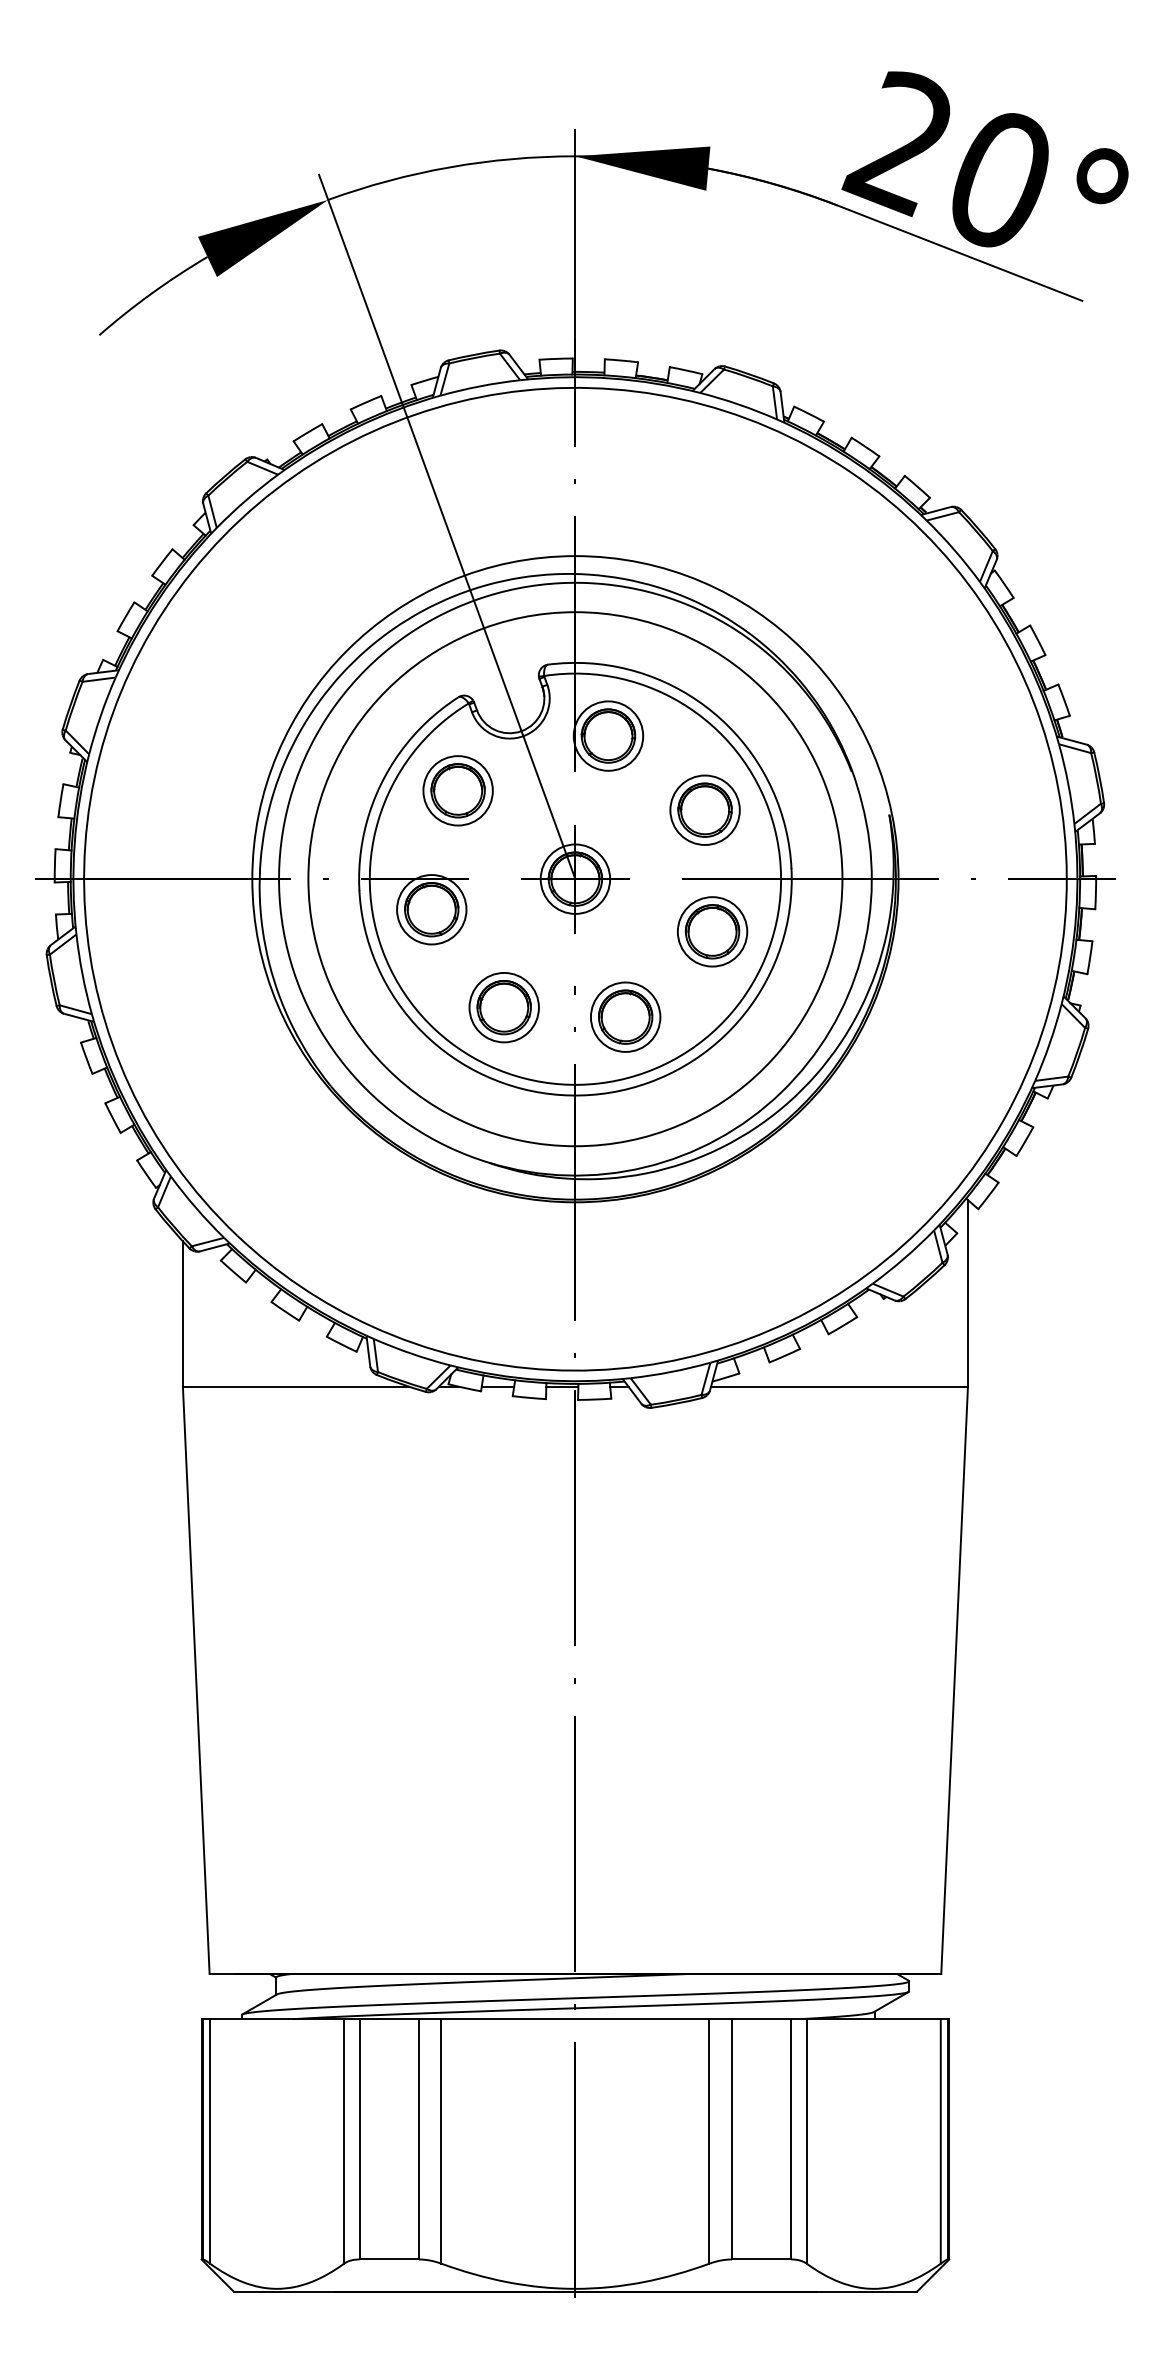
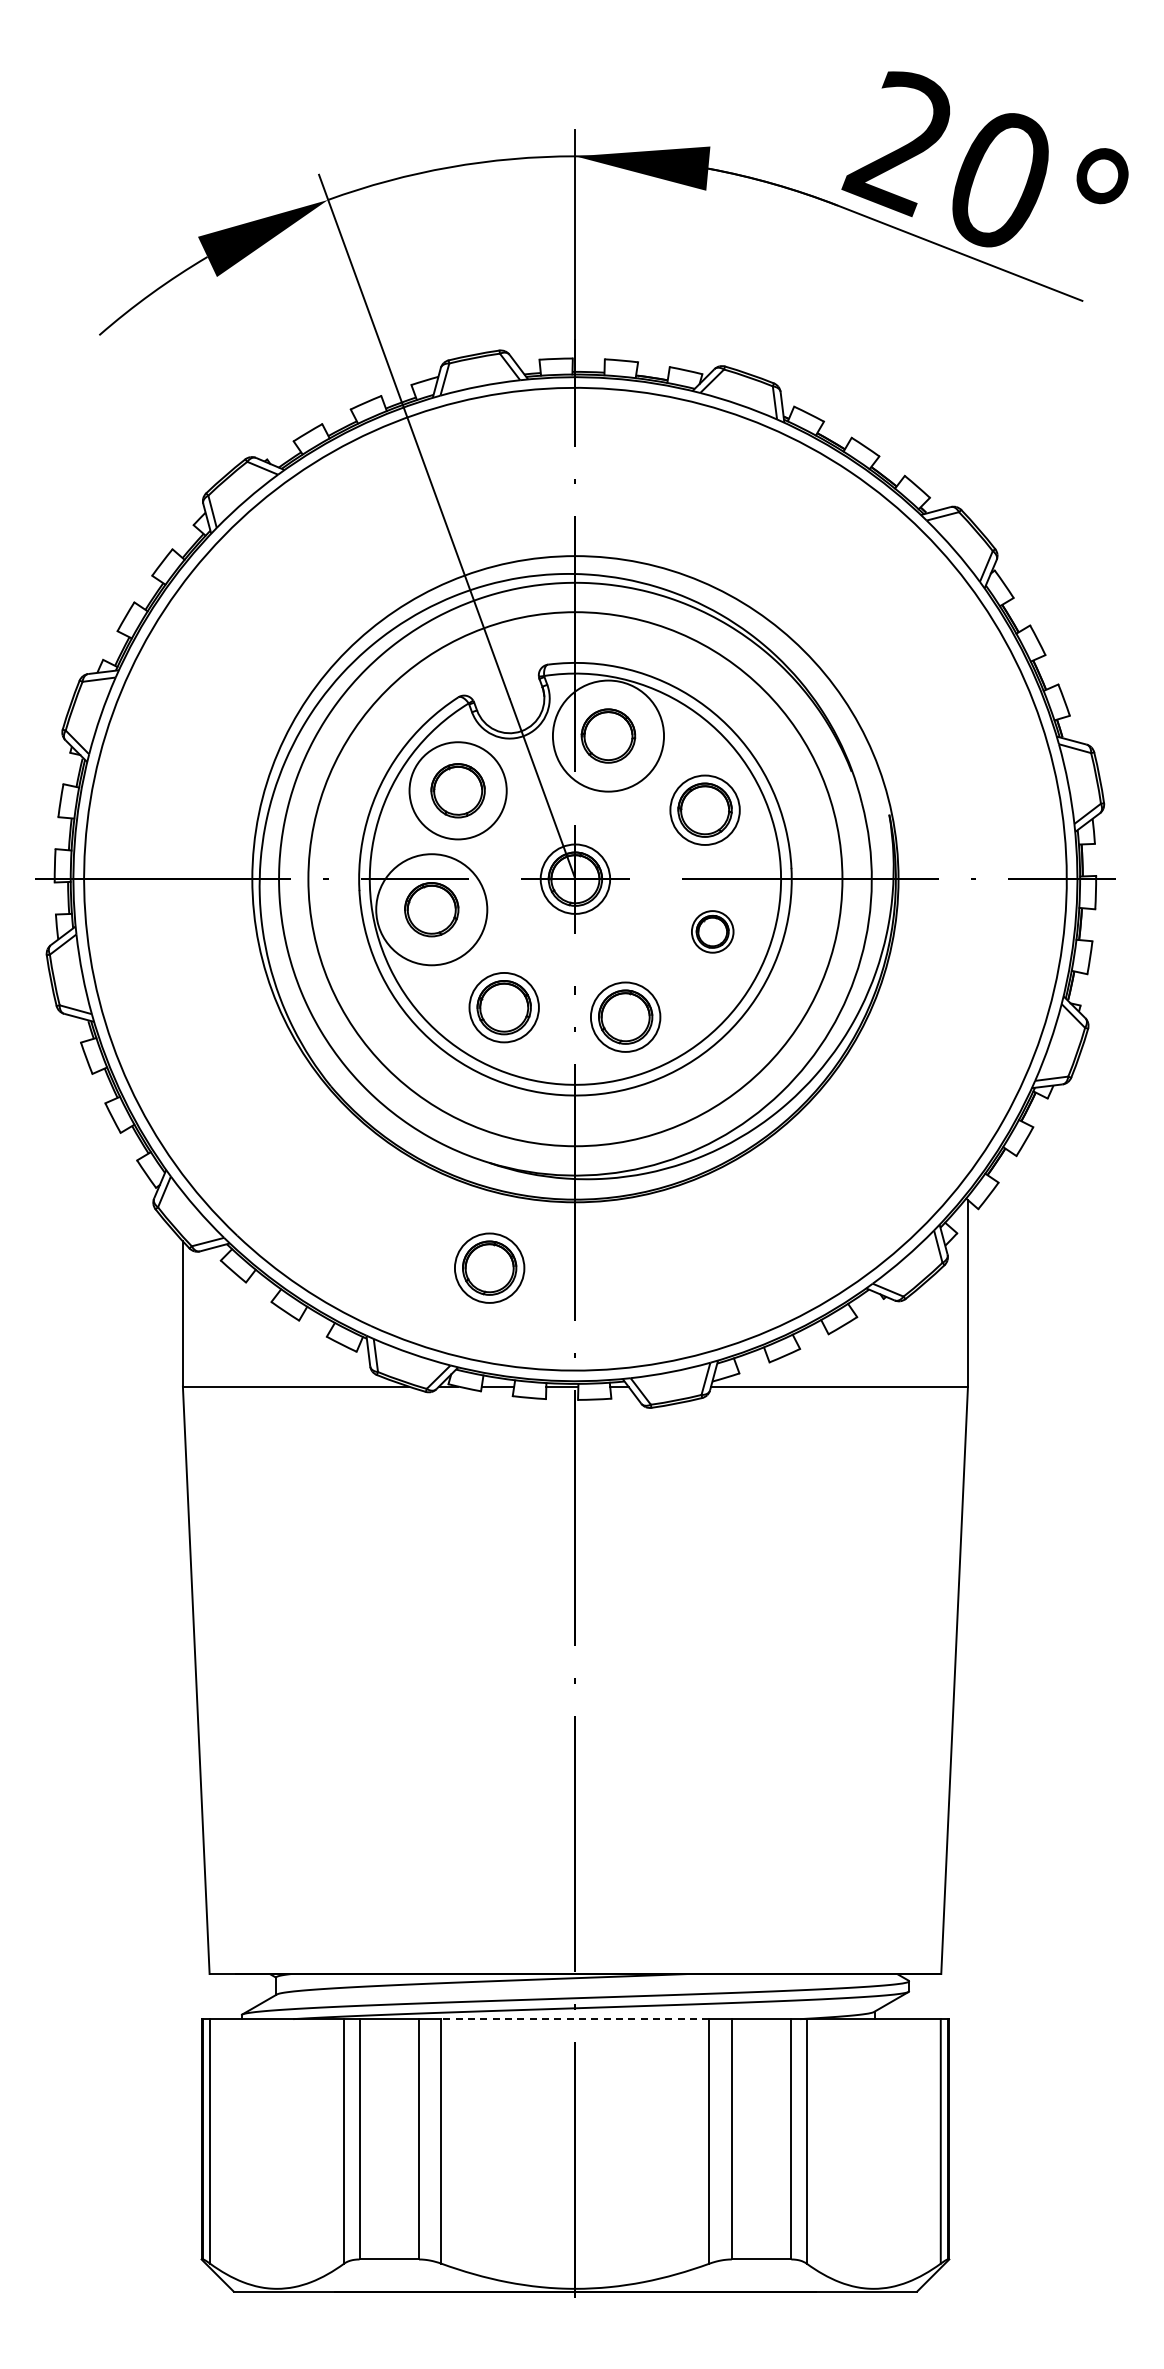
circle at (608, 735) diameter: 69 px -> 111 px
circle at (457, 790) diameter: 69 px -> 97 px
circle at (431, 909) diameter: 69 px -> 111 px
part at (712, 931) size: 72x72 px -> 44x44 px
part at (489, 1267): none -> present
line at (574, 2019): solid -> dashed
